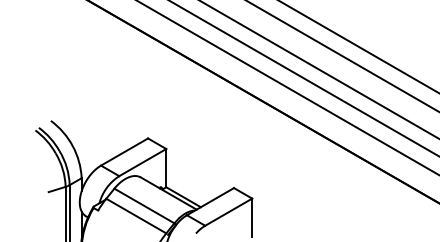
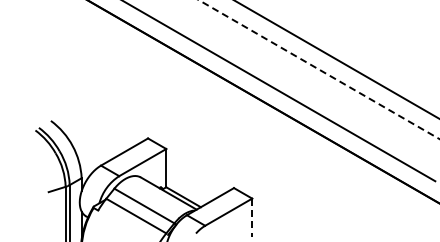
line at (358, 46): present -> none
line at (342, 56) position: (342, 56) -> (336, 59)
line at (318, 69): solid -> dashed
line at (303, 78): present -> none
line at (287, 87) position: (287, 87) -> (280, 91)
line at (252, 218): solid -> dashed
